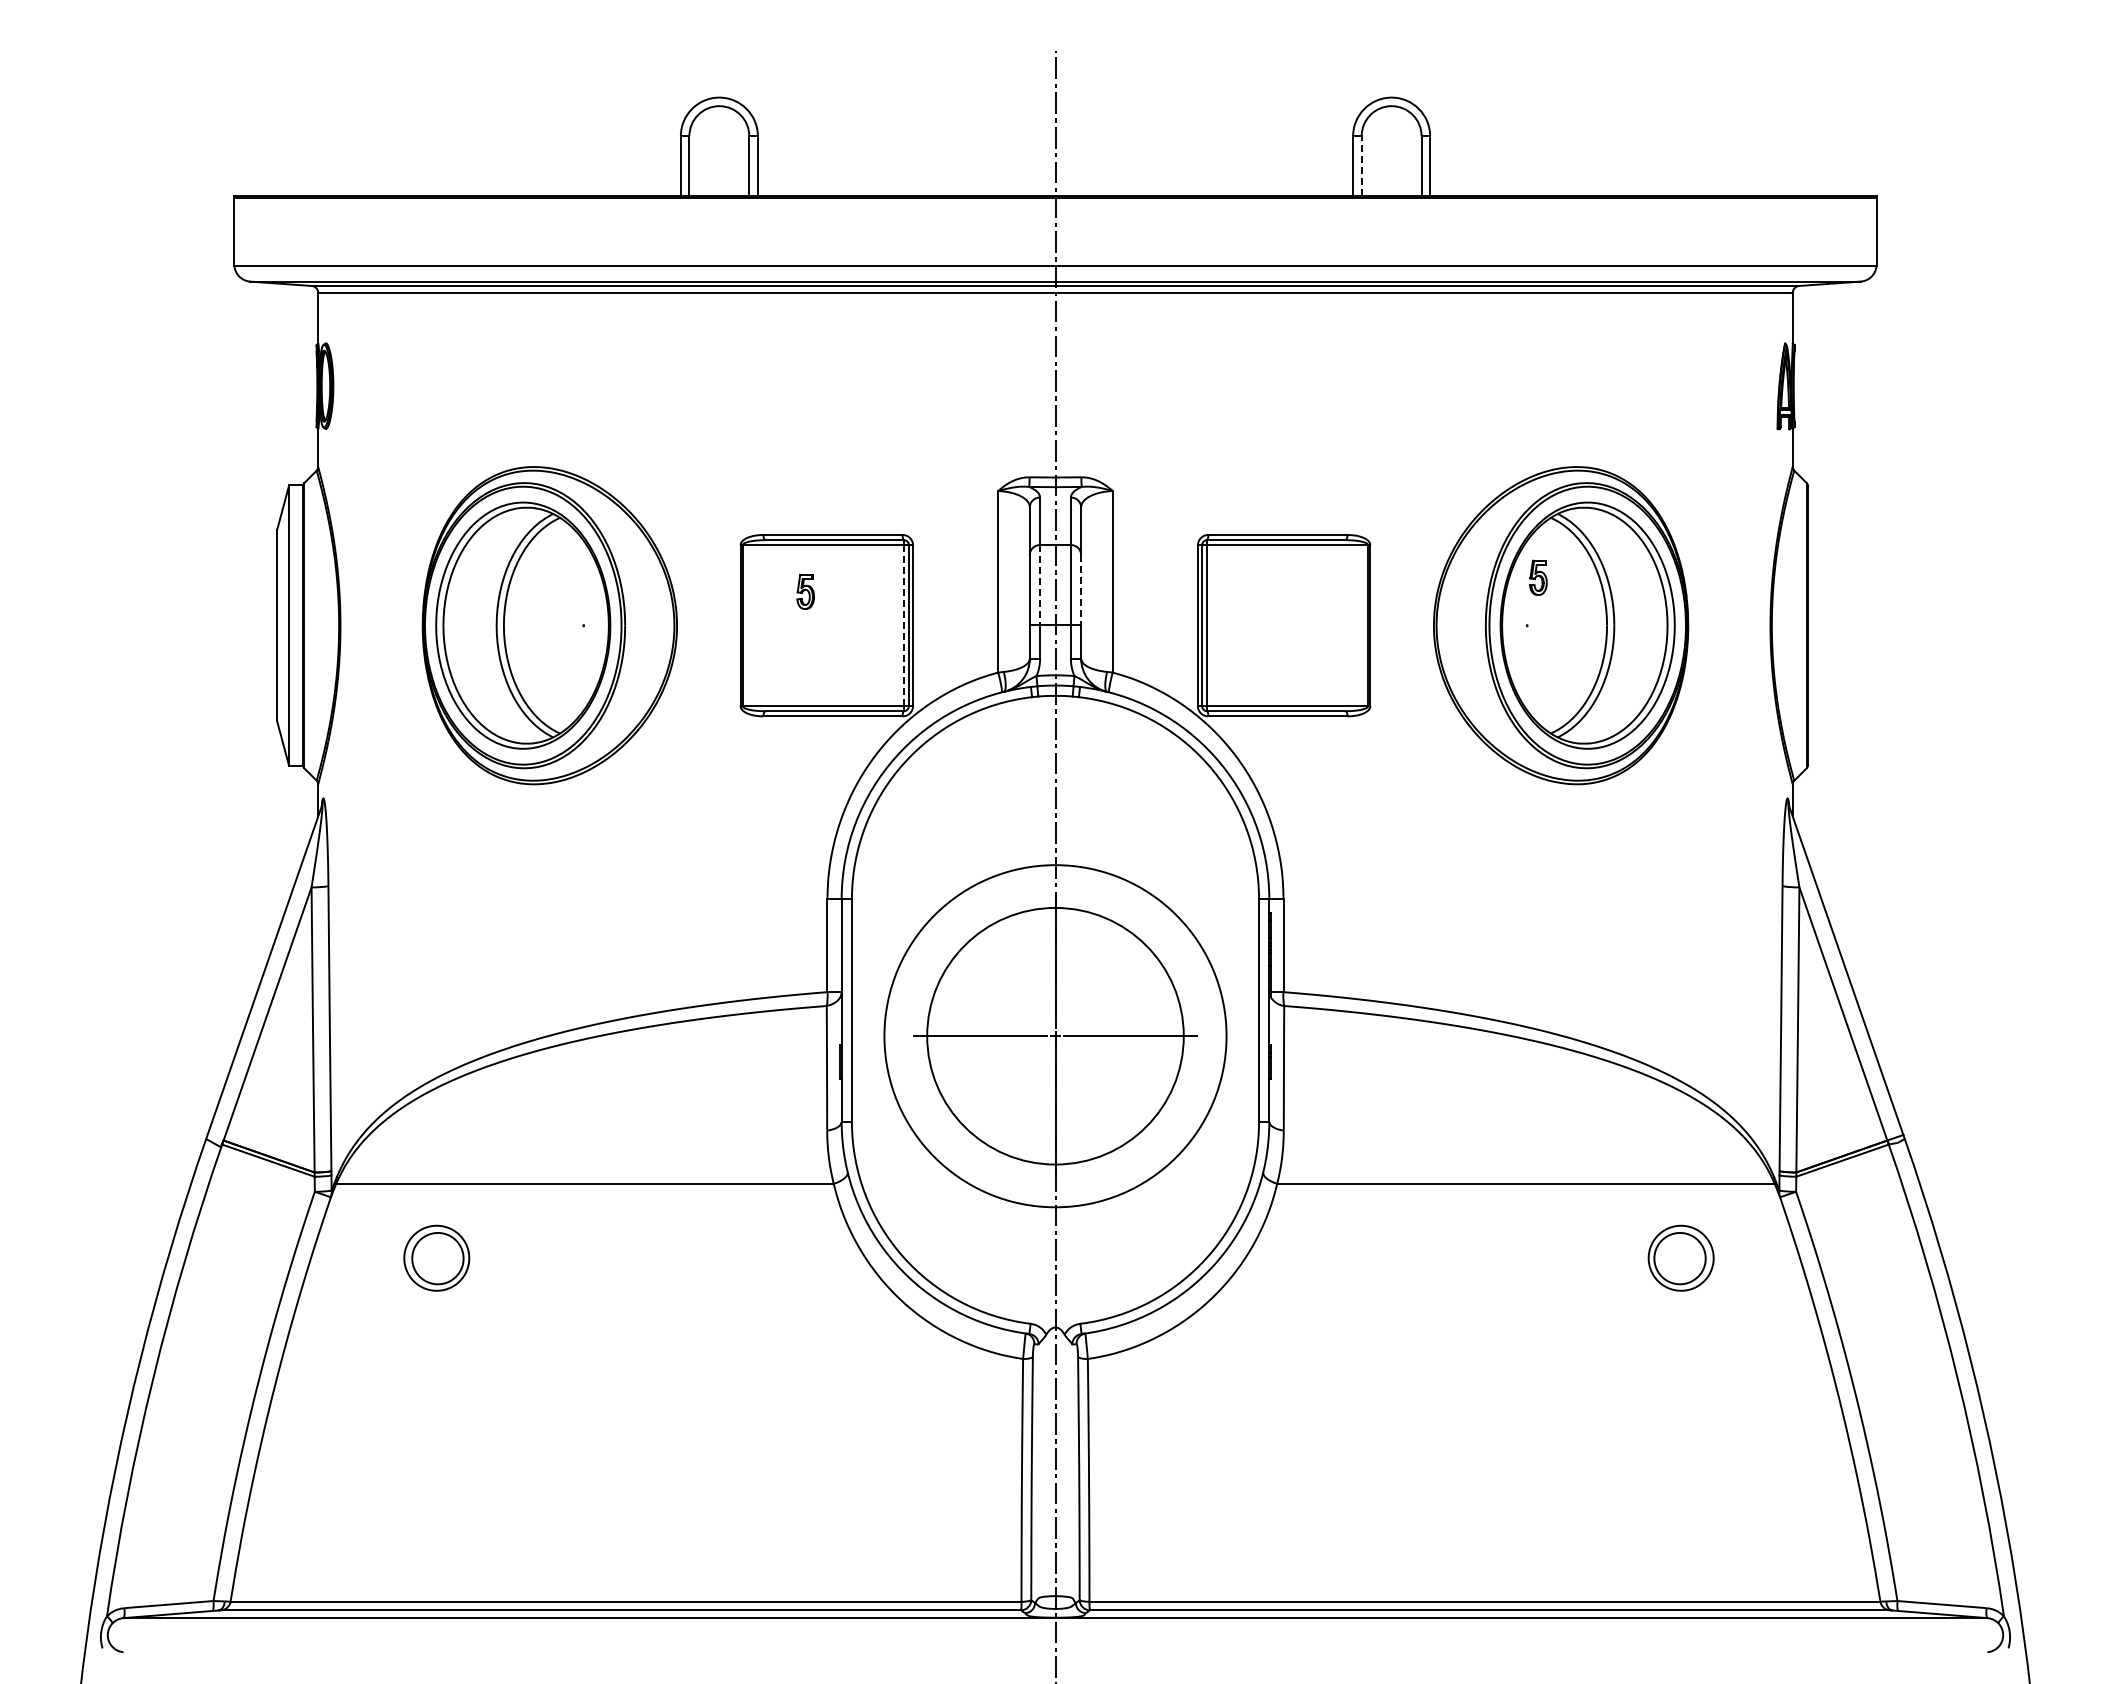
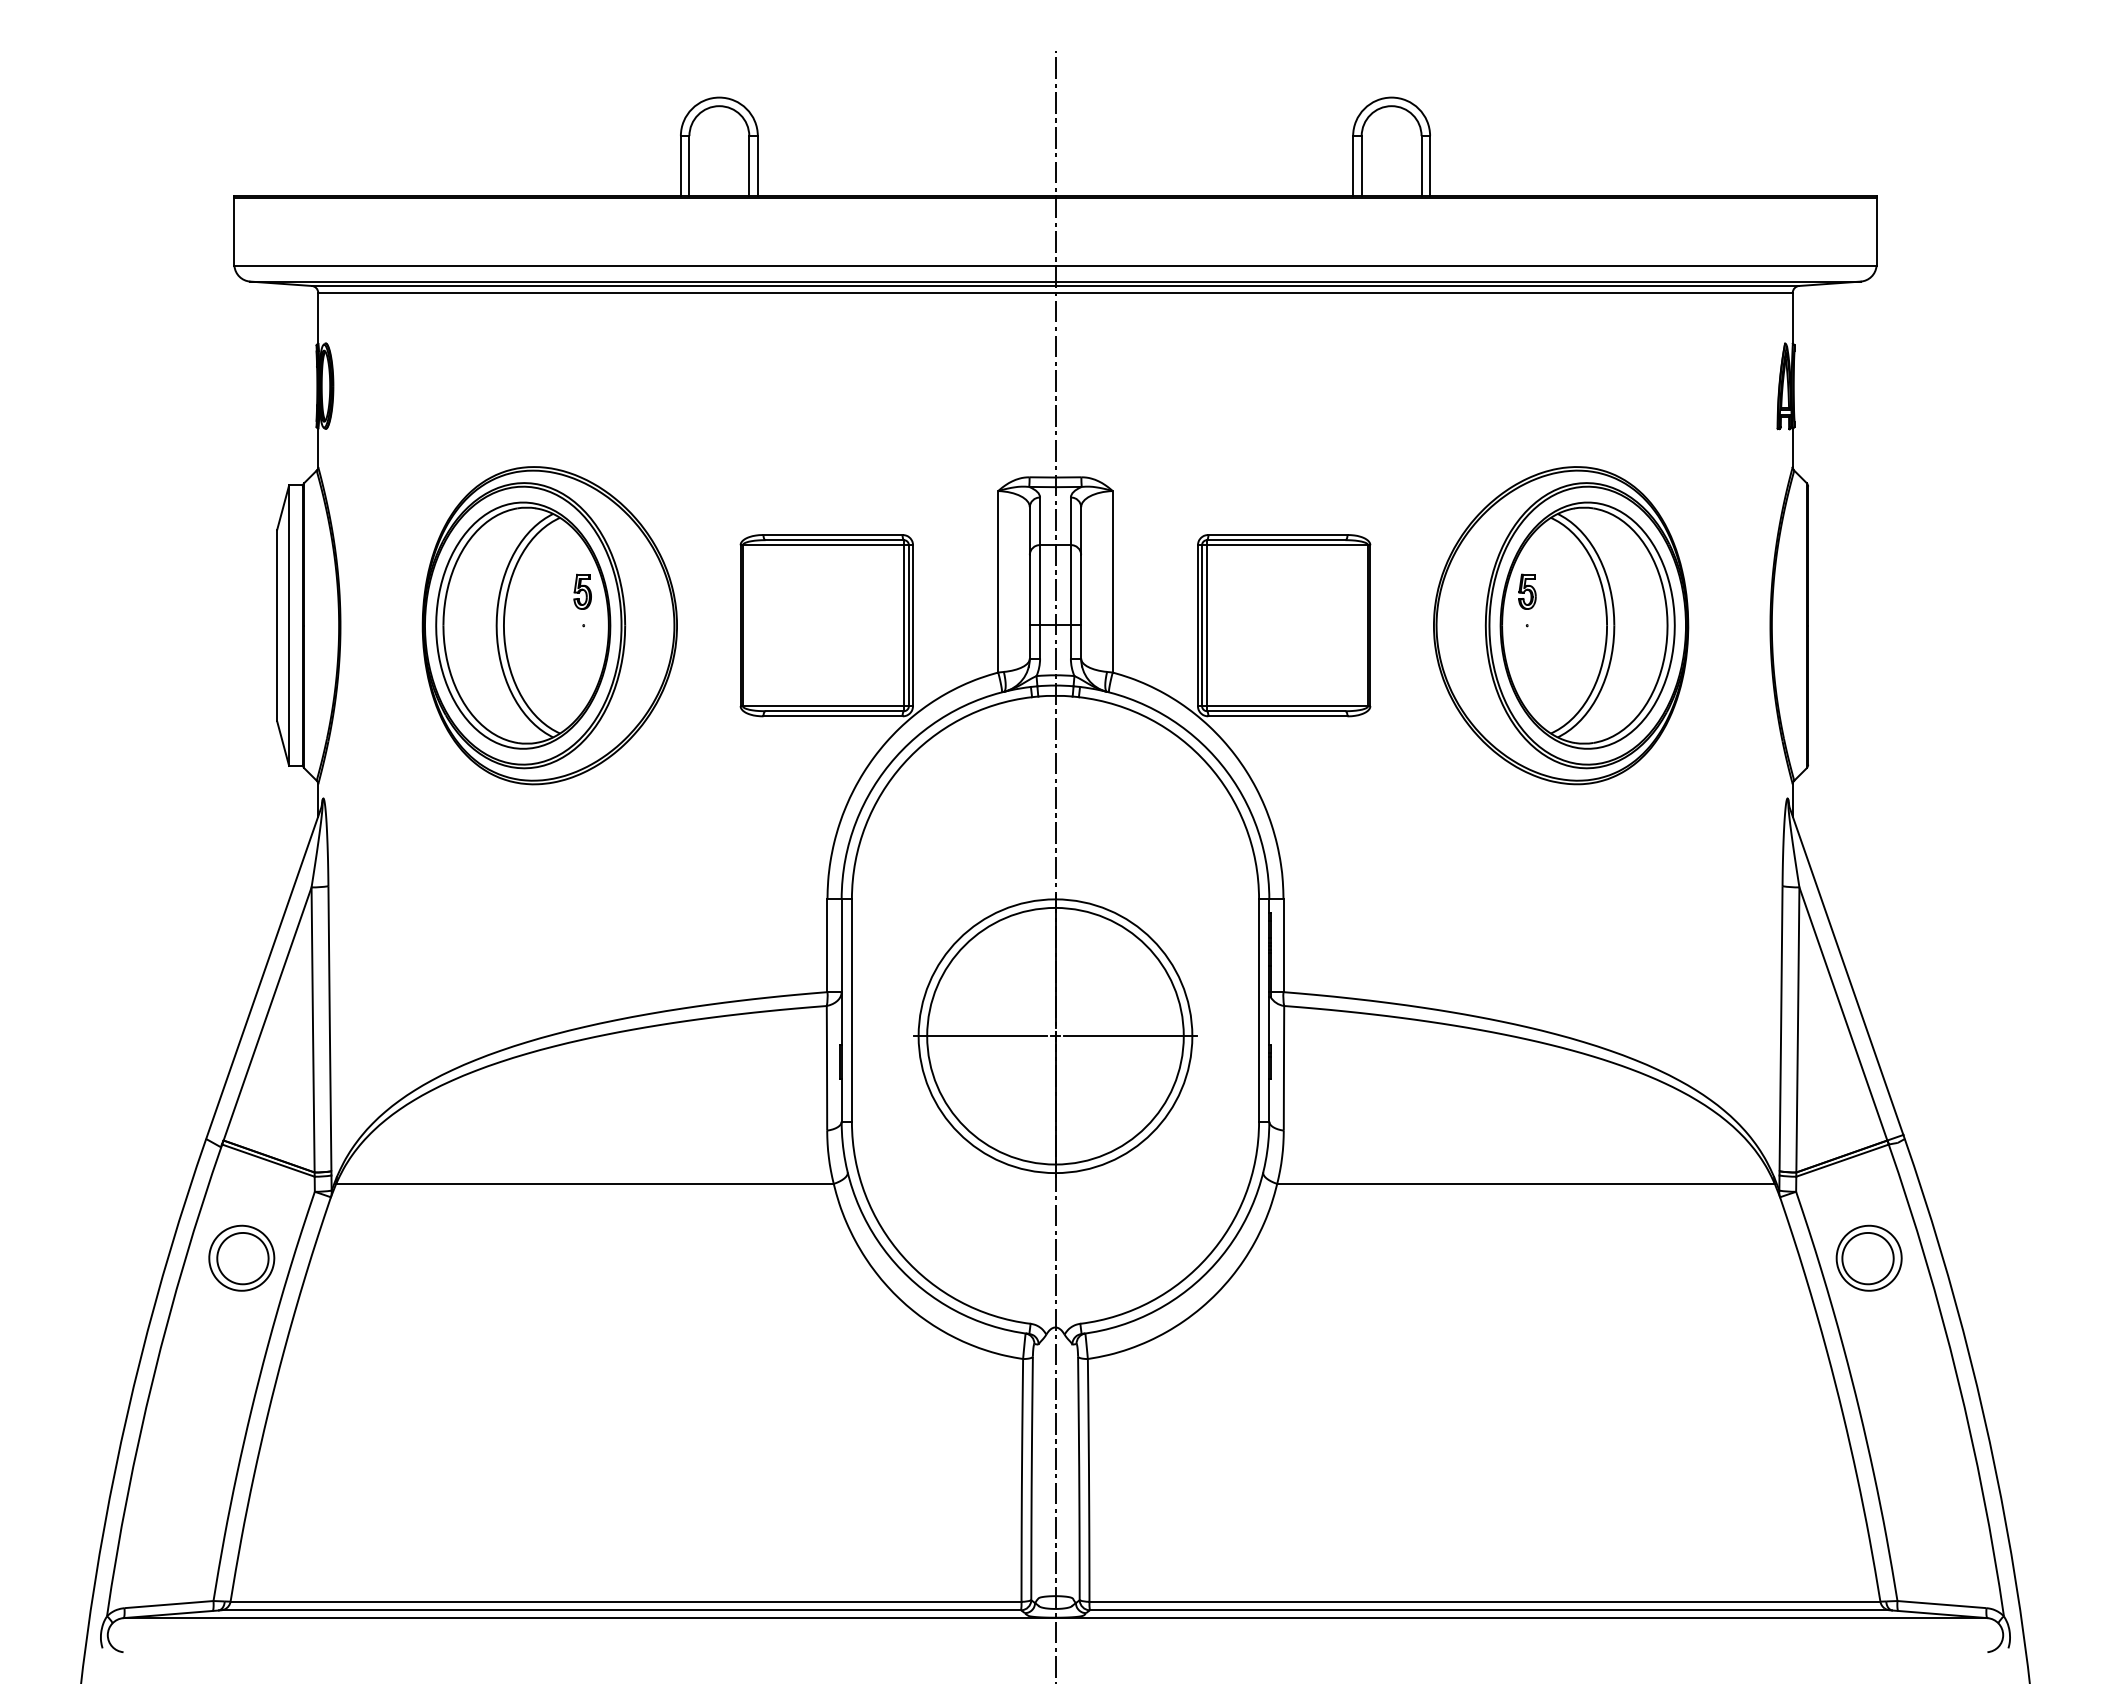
line at (1361, 165): dashed -> solid
part at (1538, 577) position: (1538, 577) -> (1527, 591)
line at (1040, 585): dashed -> solid
line at (1081, 590): dashed -> solid
part at (805, 591) position: (805, 591) -> (582, 591)
line at (903, 625): dashed -> solid
circle at (1055, 1036) diameter: 342 px -> 274 px
part at (436, 1257) position: (436, 1257) -> (241, 1257)
part at (1680, 1257) position: (1680, 1257) -> (1868, 1257)
